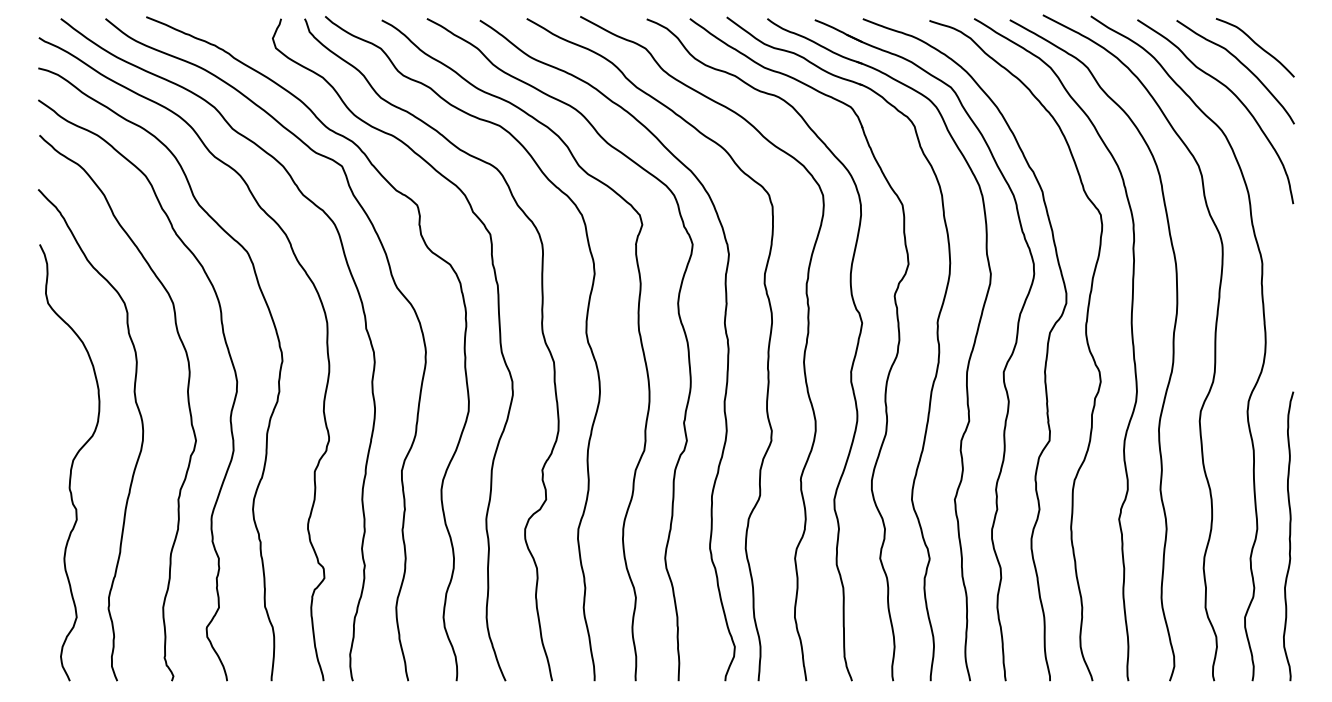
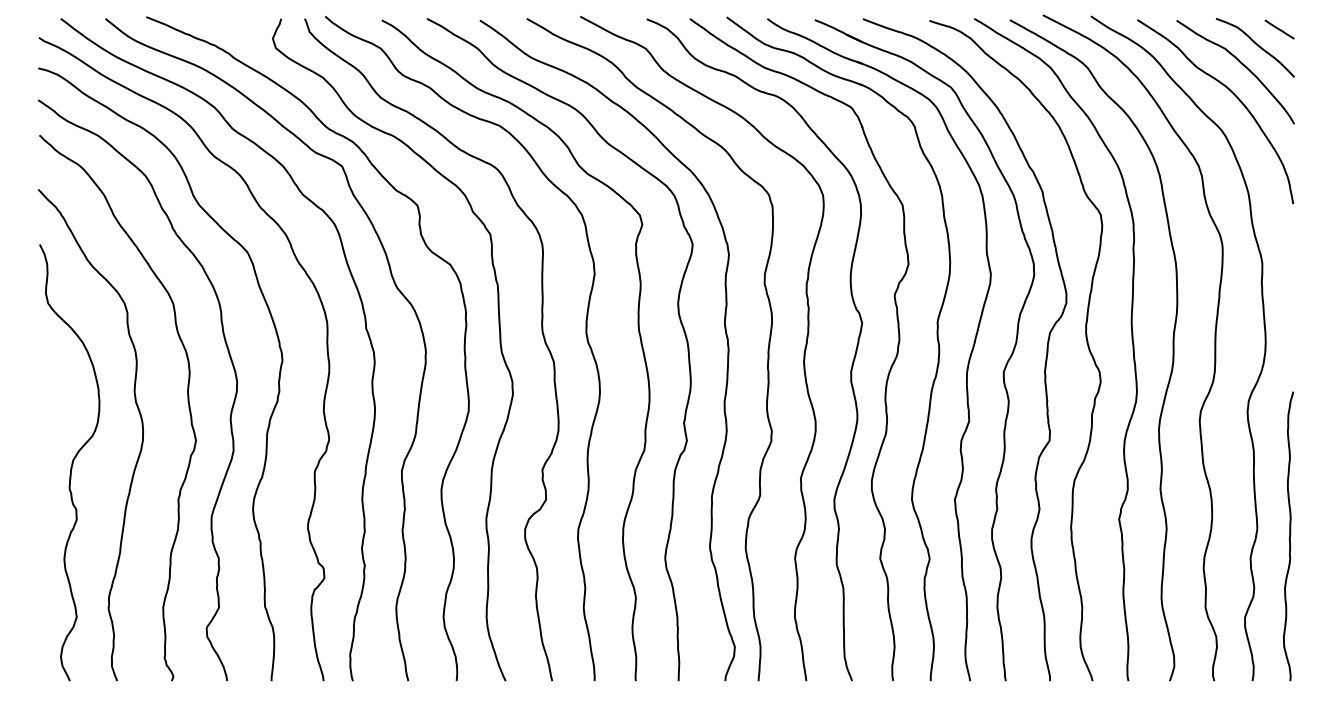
line at (1279, 29): none -> present
